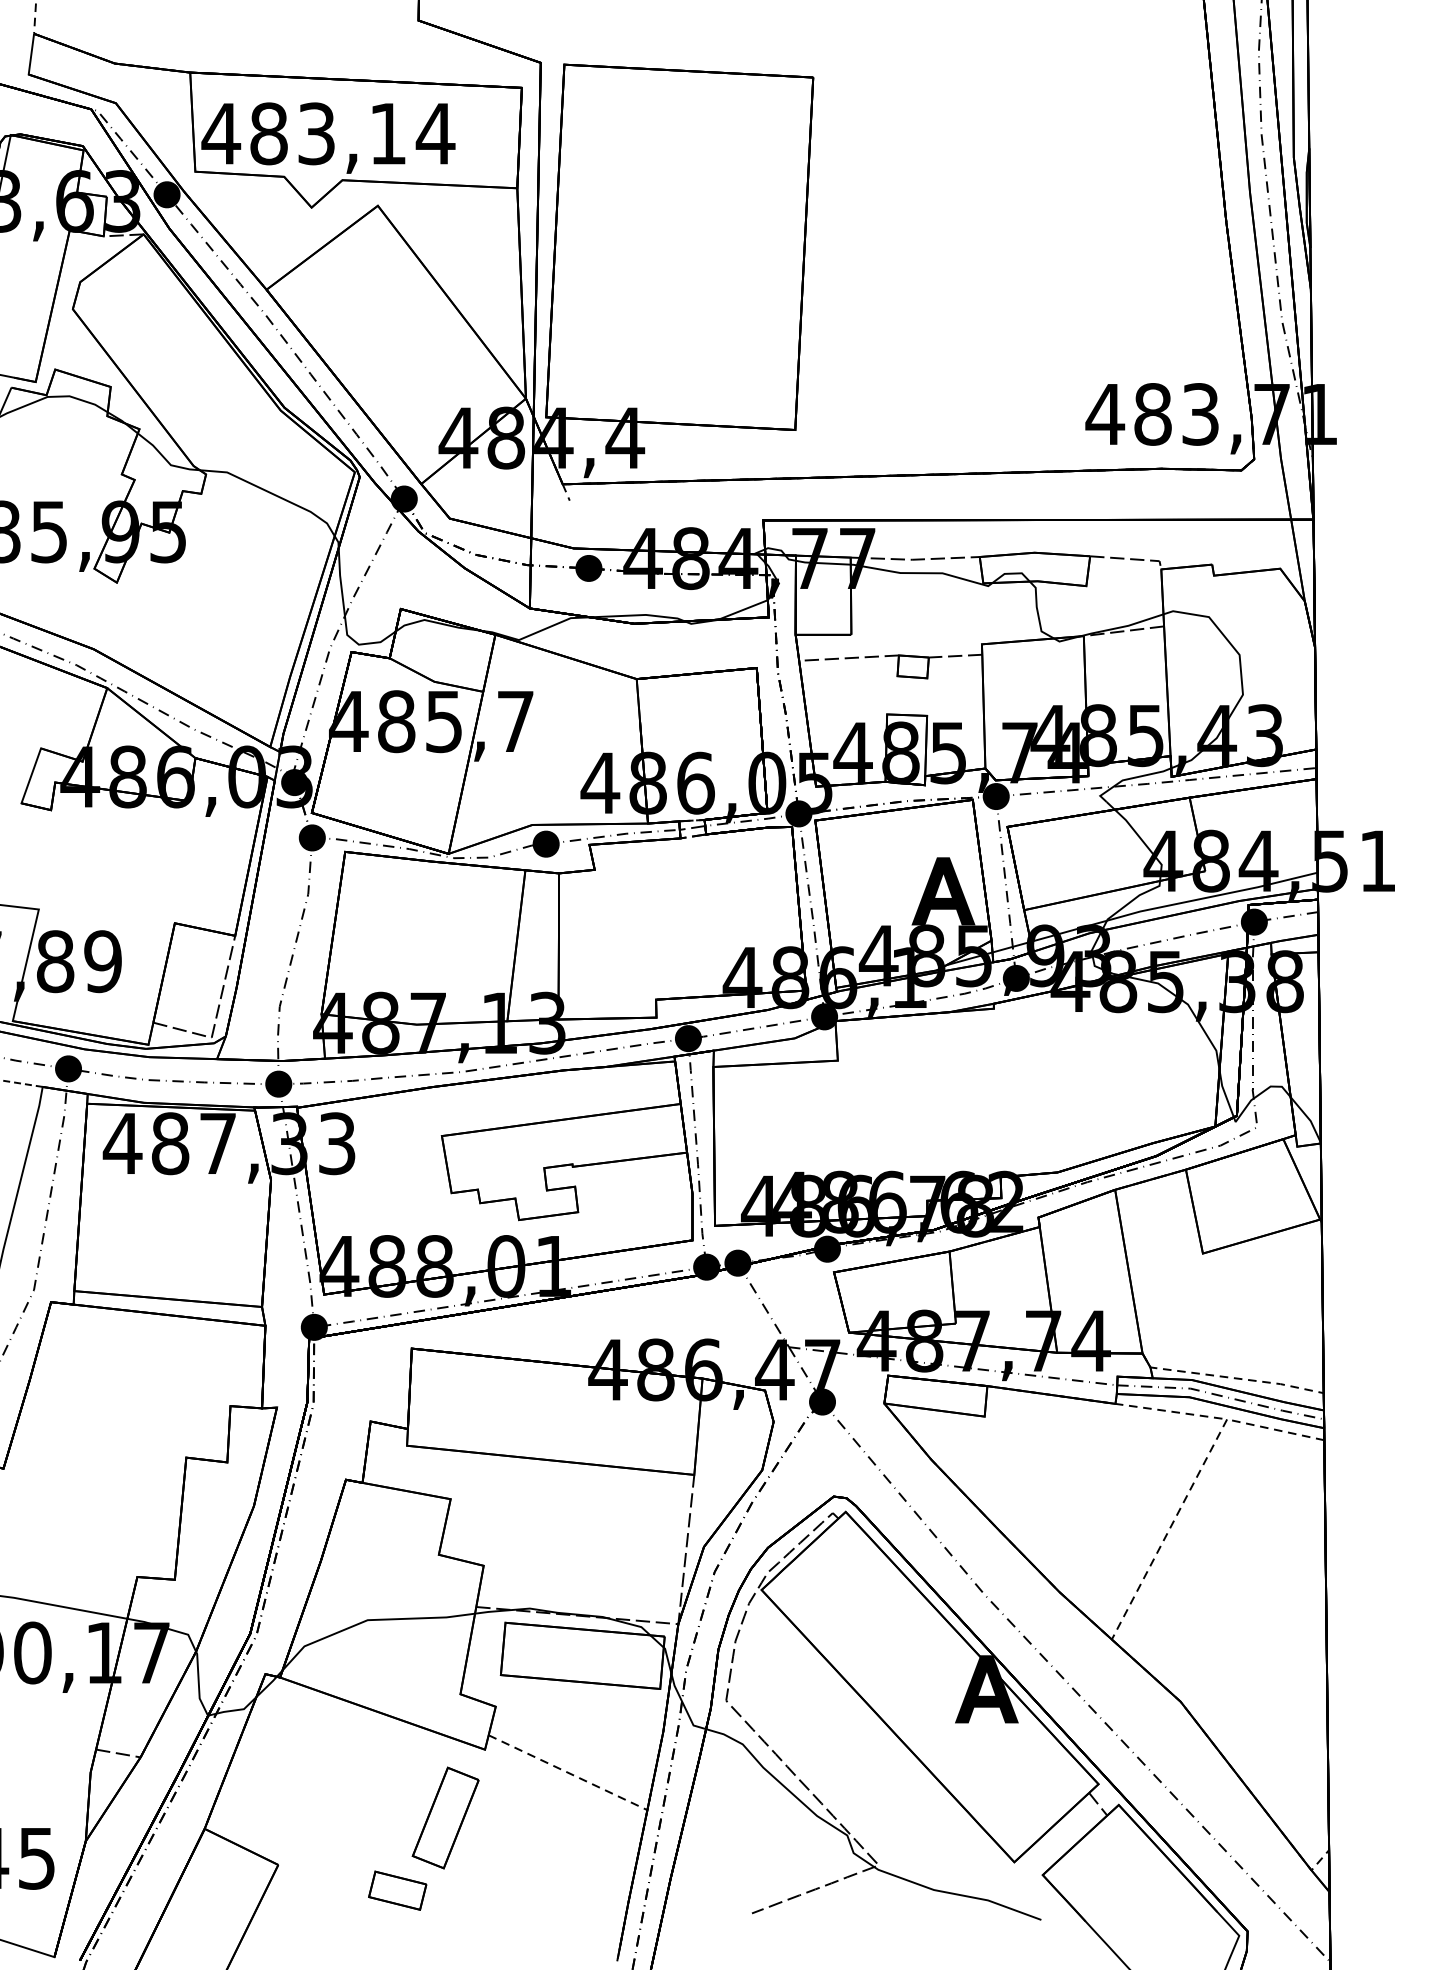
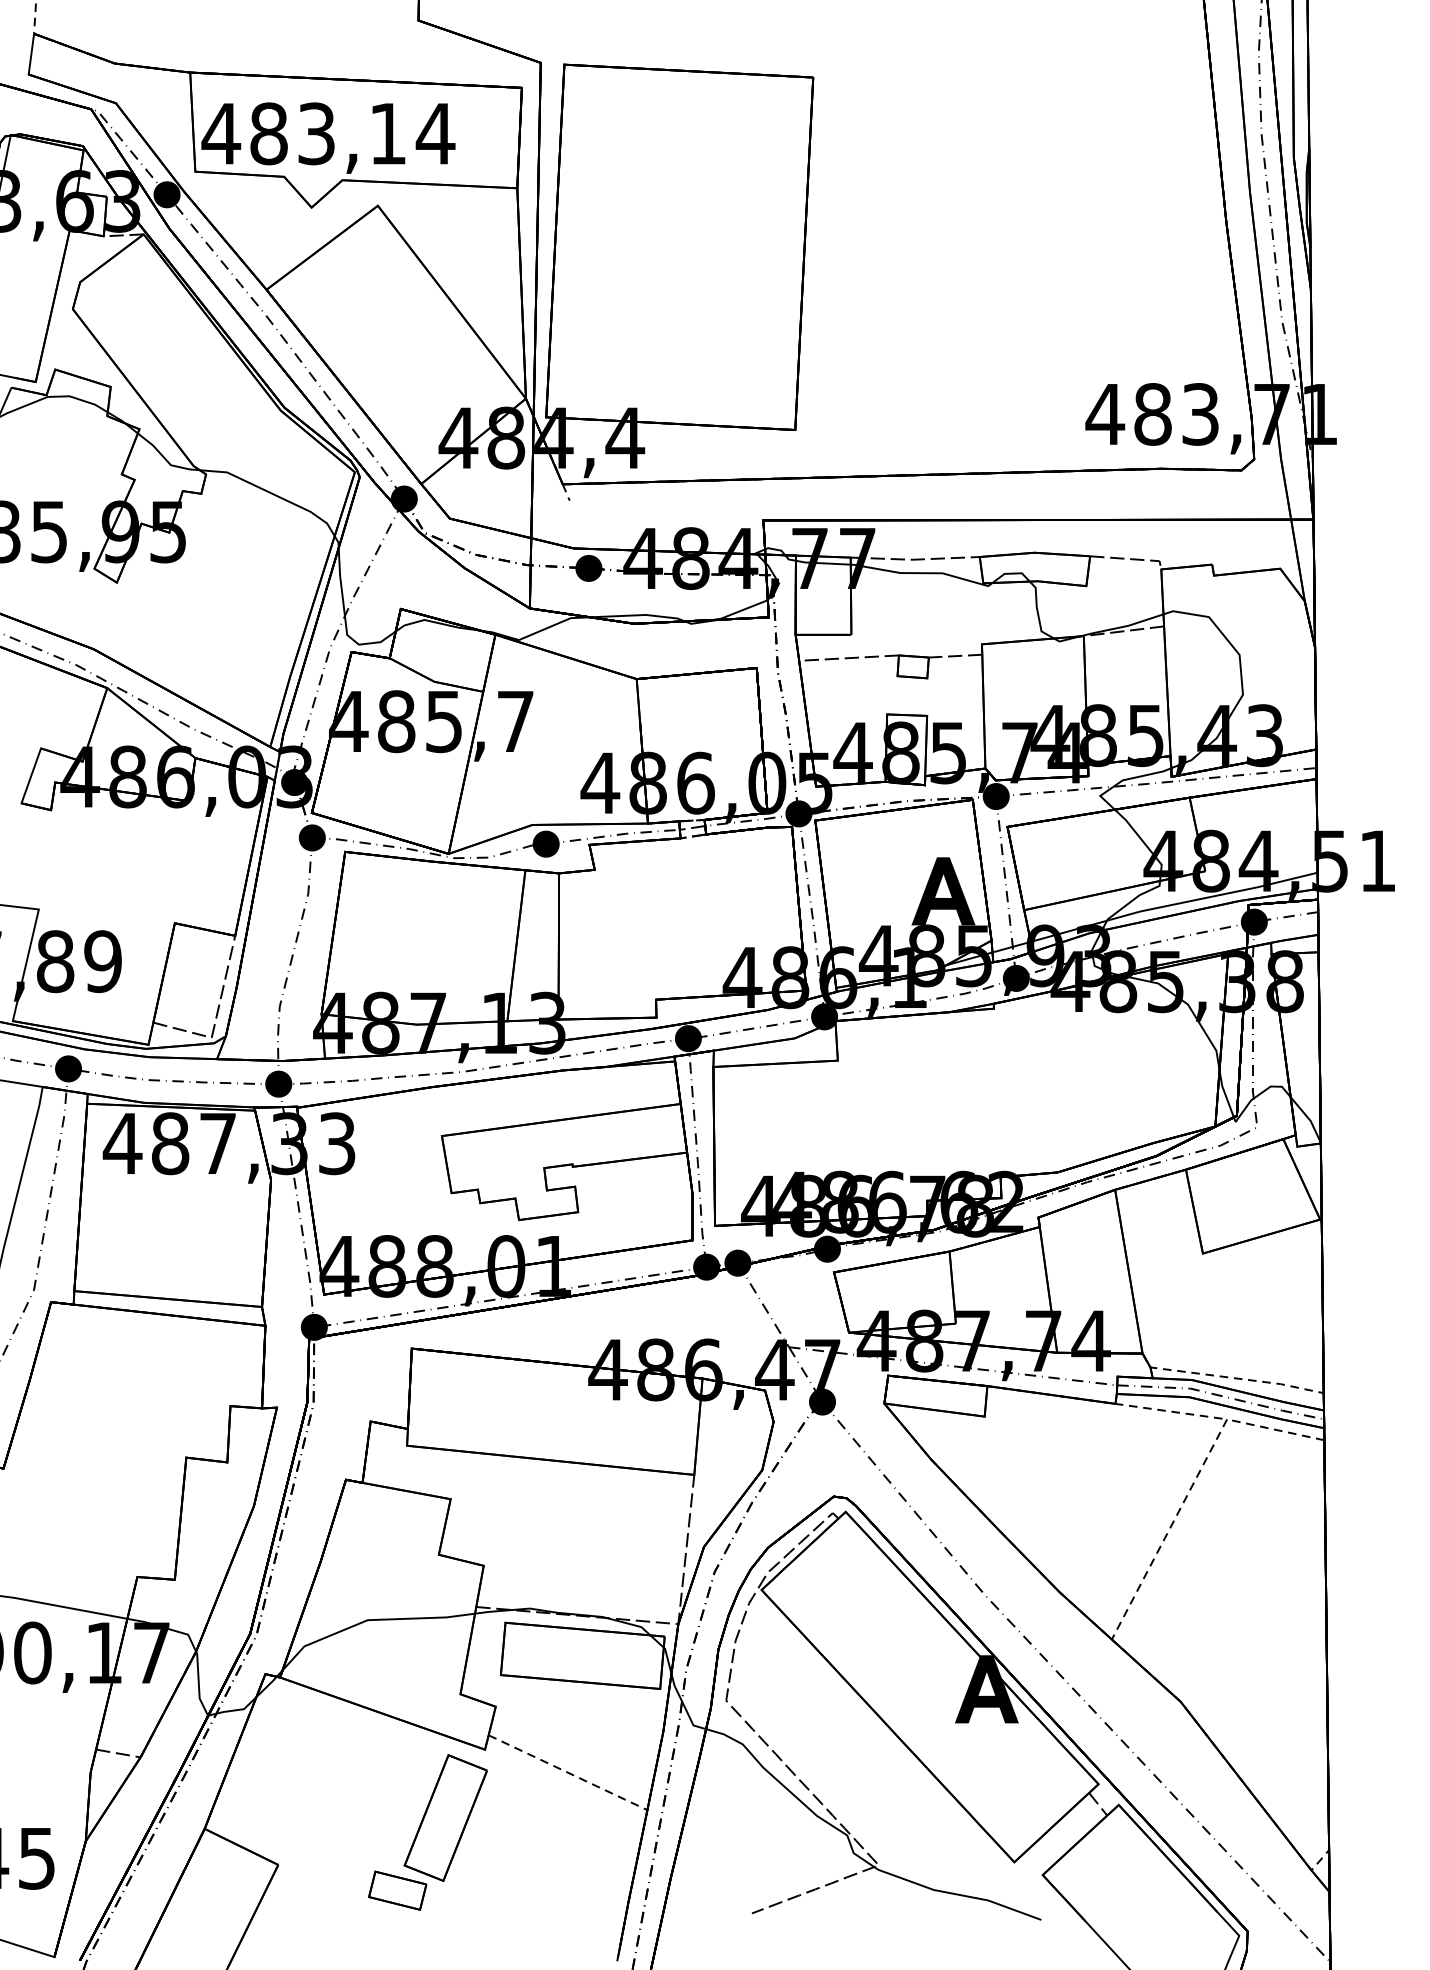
line at (21, 1083): dashed -> solid
part at (445, 1817) size: 69x104 px -> 85x128 px
